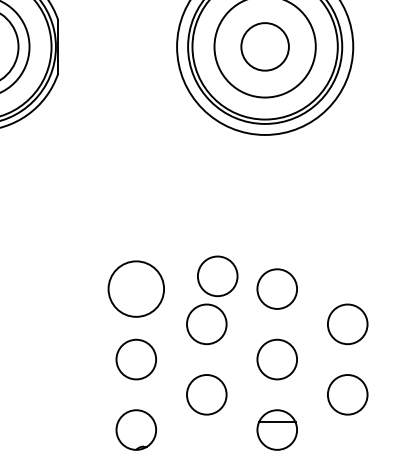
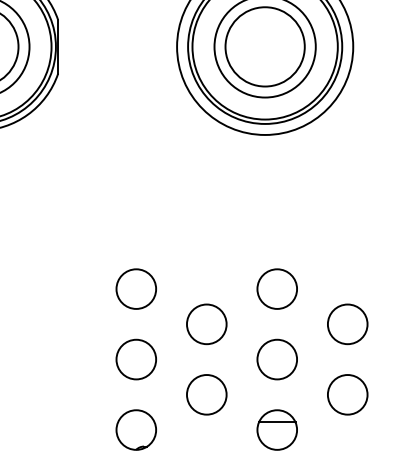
circle at (264, 46) diameter: 48 px -> 79 px
circle at (217, 276): present -> none
circle at (136, 288) diameter: 55 px -> 40 px
